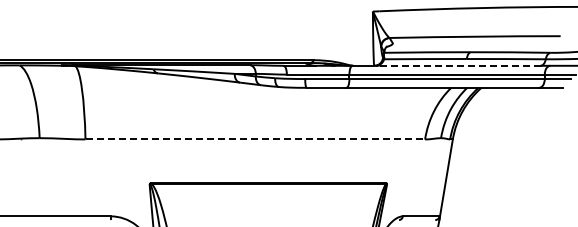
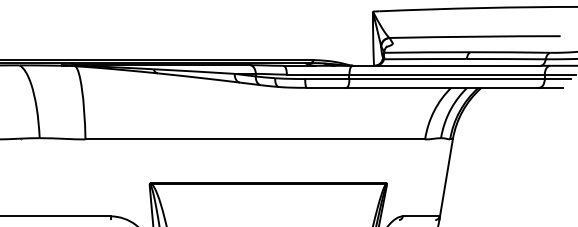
line at (459, 65): dashed -> solid
line at (255, 139): dashed -> solid
